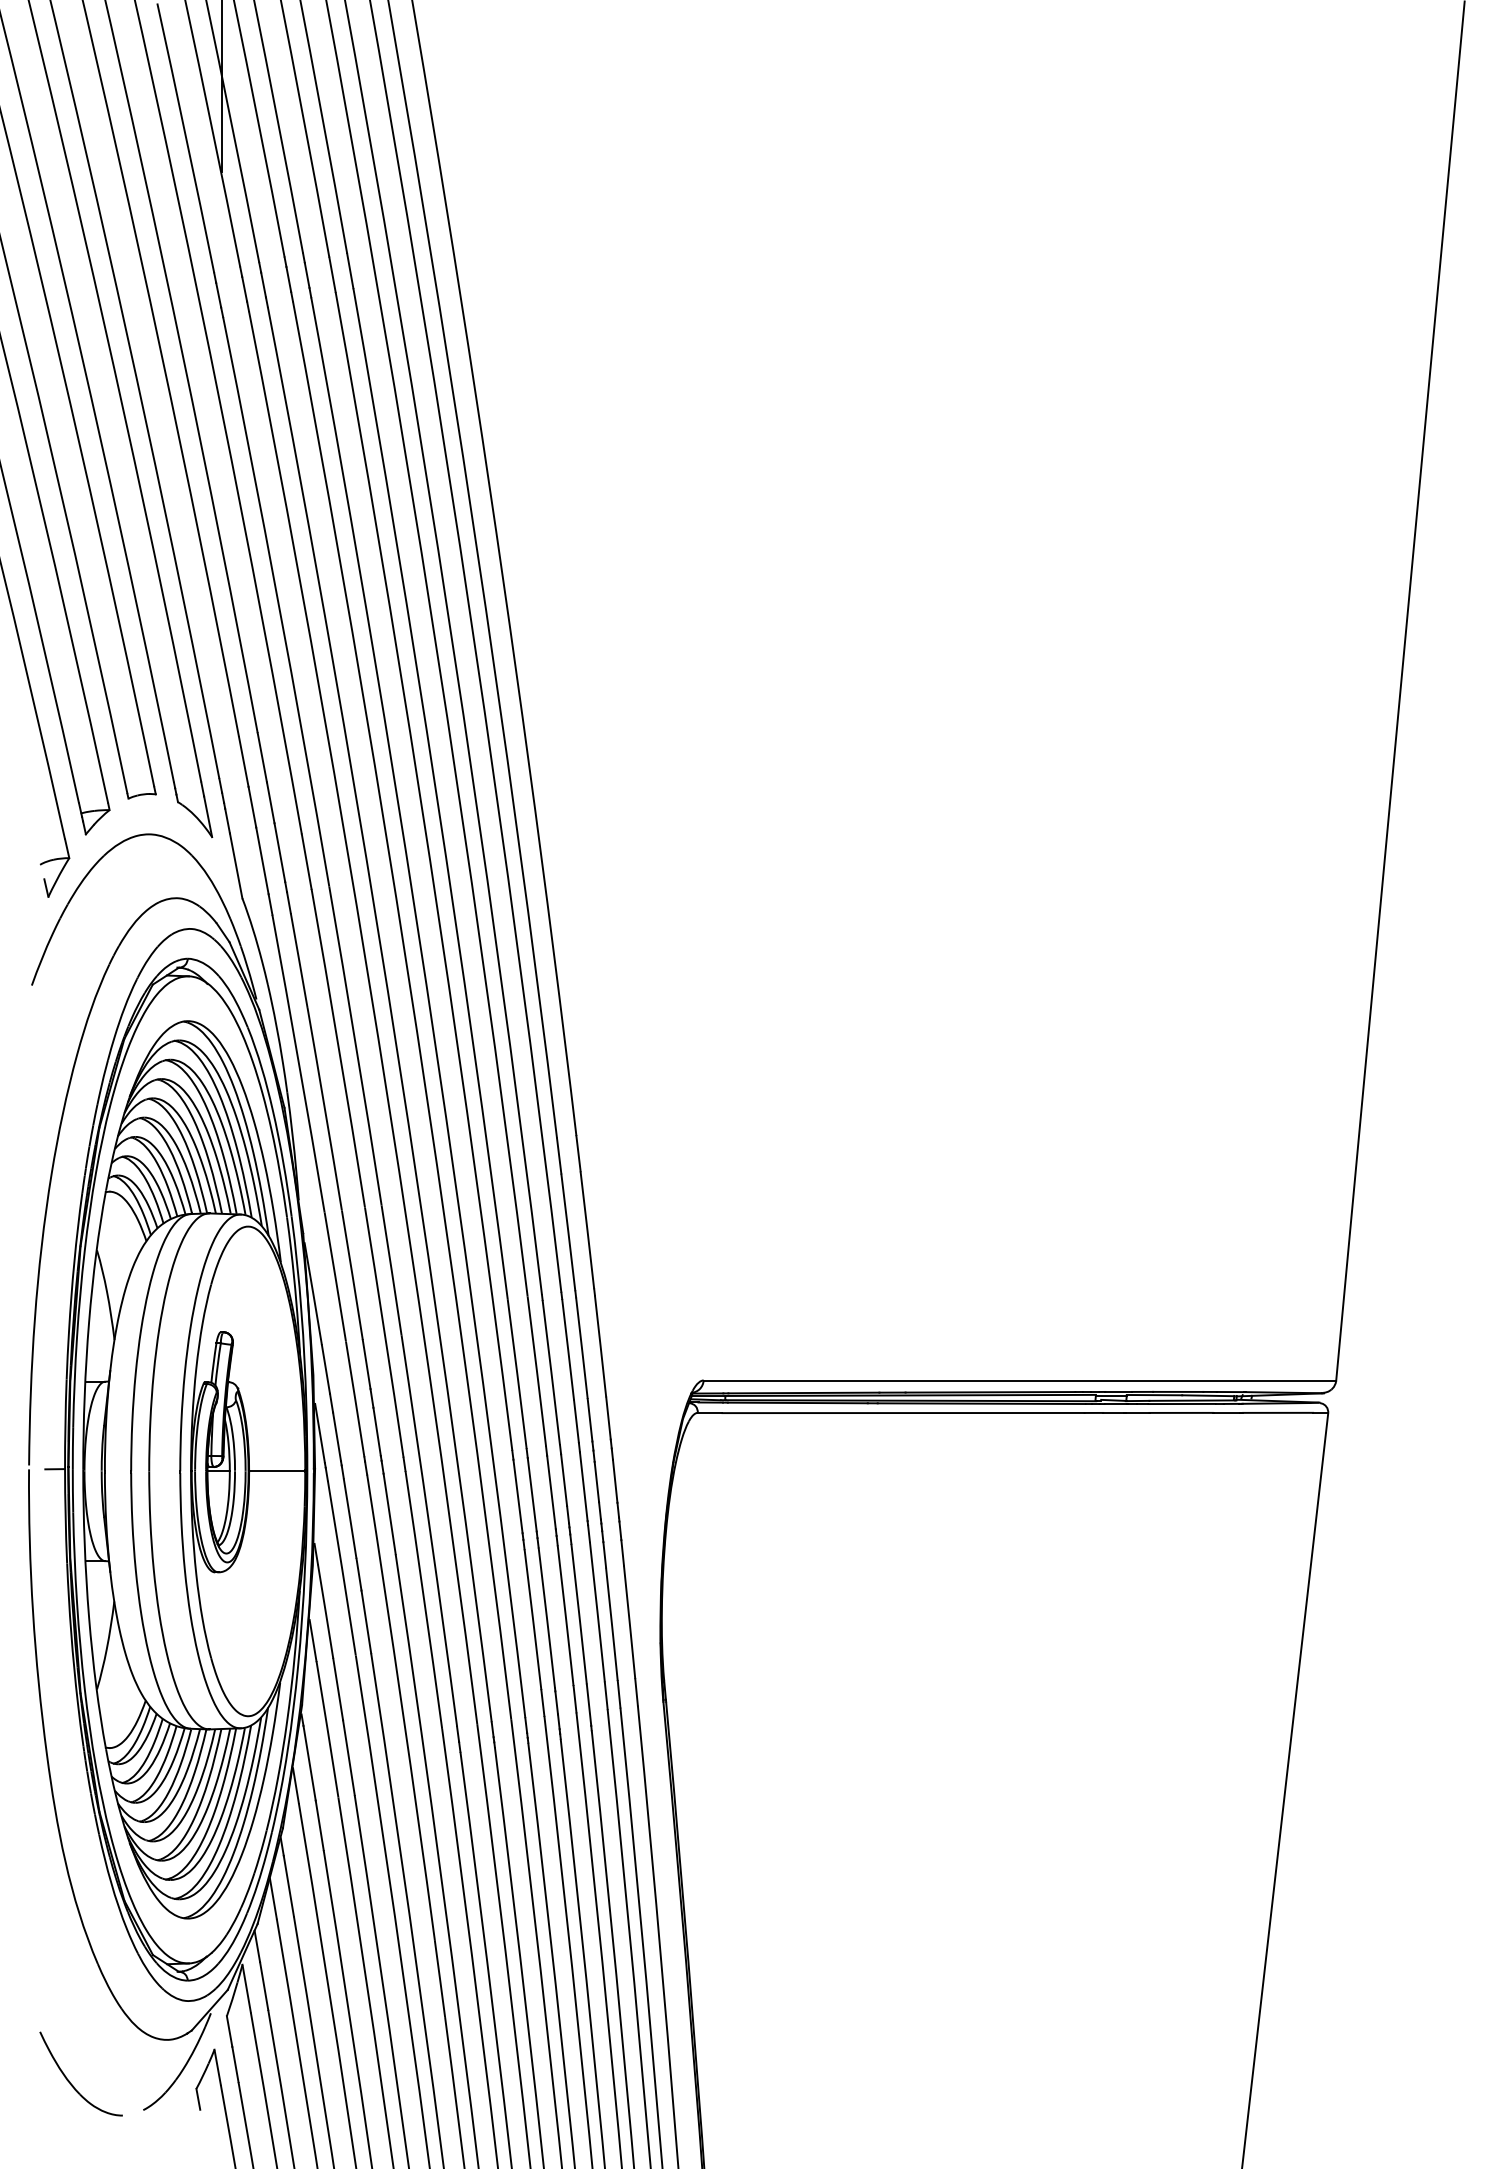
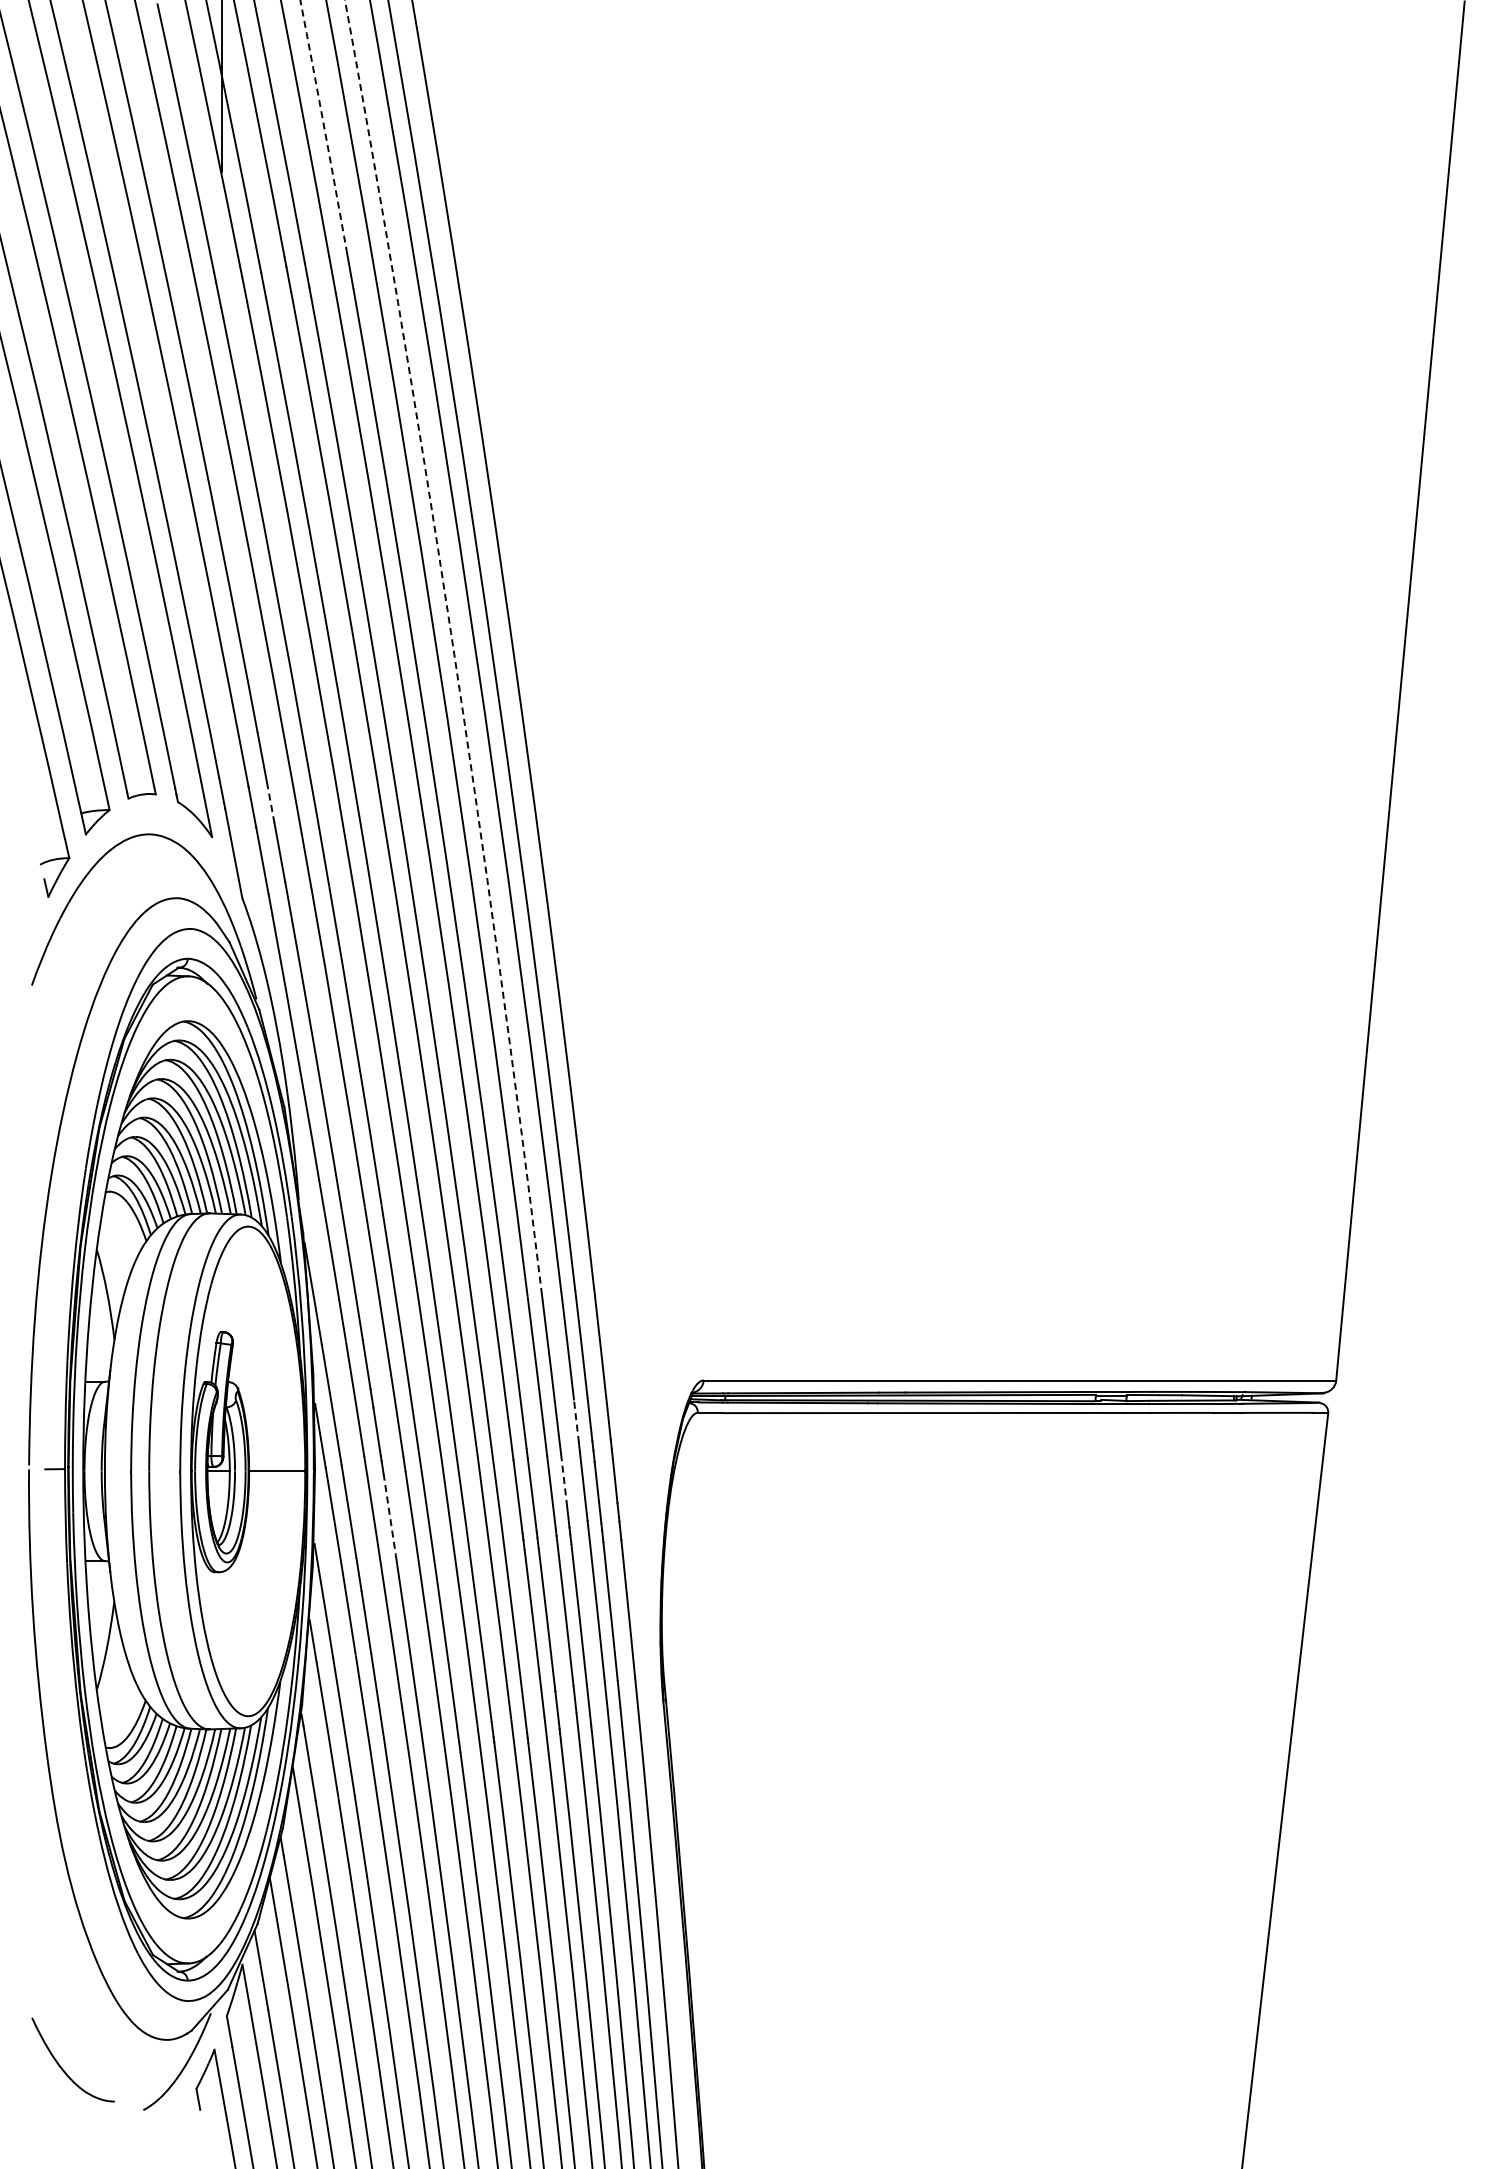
arc at (323, 125): solid -> dashed
arc at (452, 645): solid -> dashed
line at (270, 802): solid -> dashed
line at (576, 1421): solid -> dashed
line at (564, 1480): solid -> dashed
line at (389, 1514): solid -> dashed
part at (70, 2081) position: (70, 2081) -> (62, 2067)
